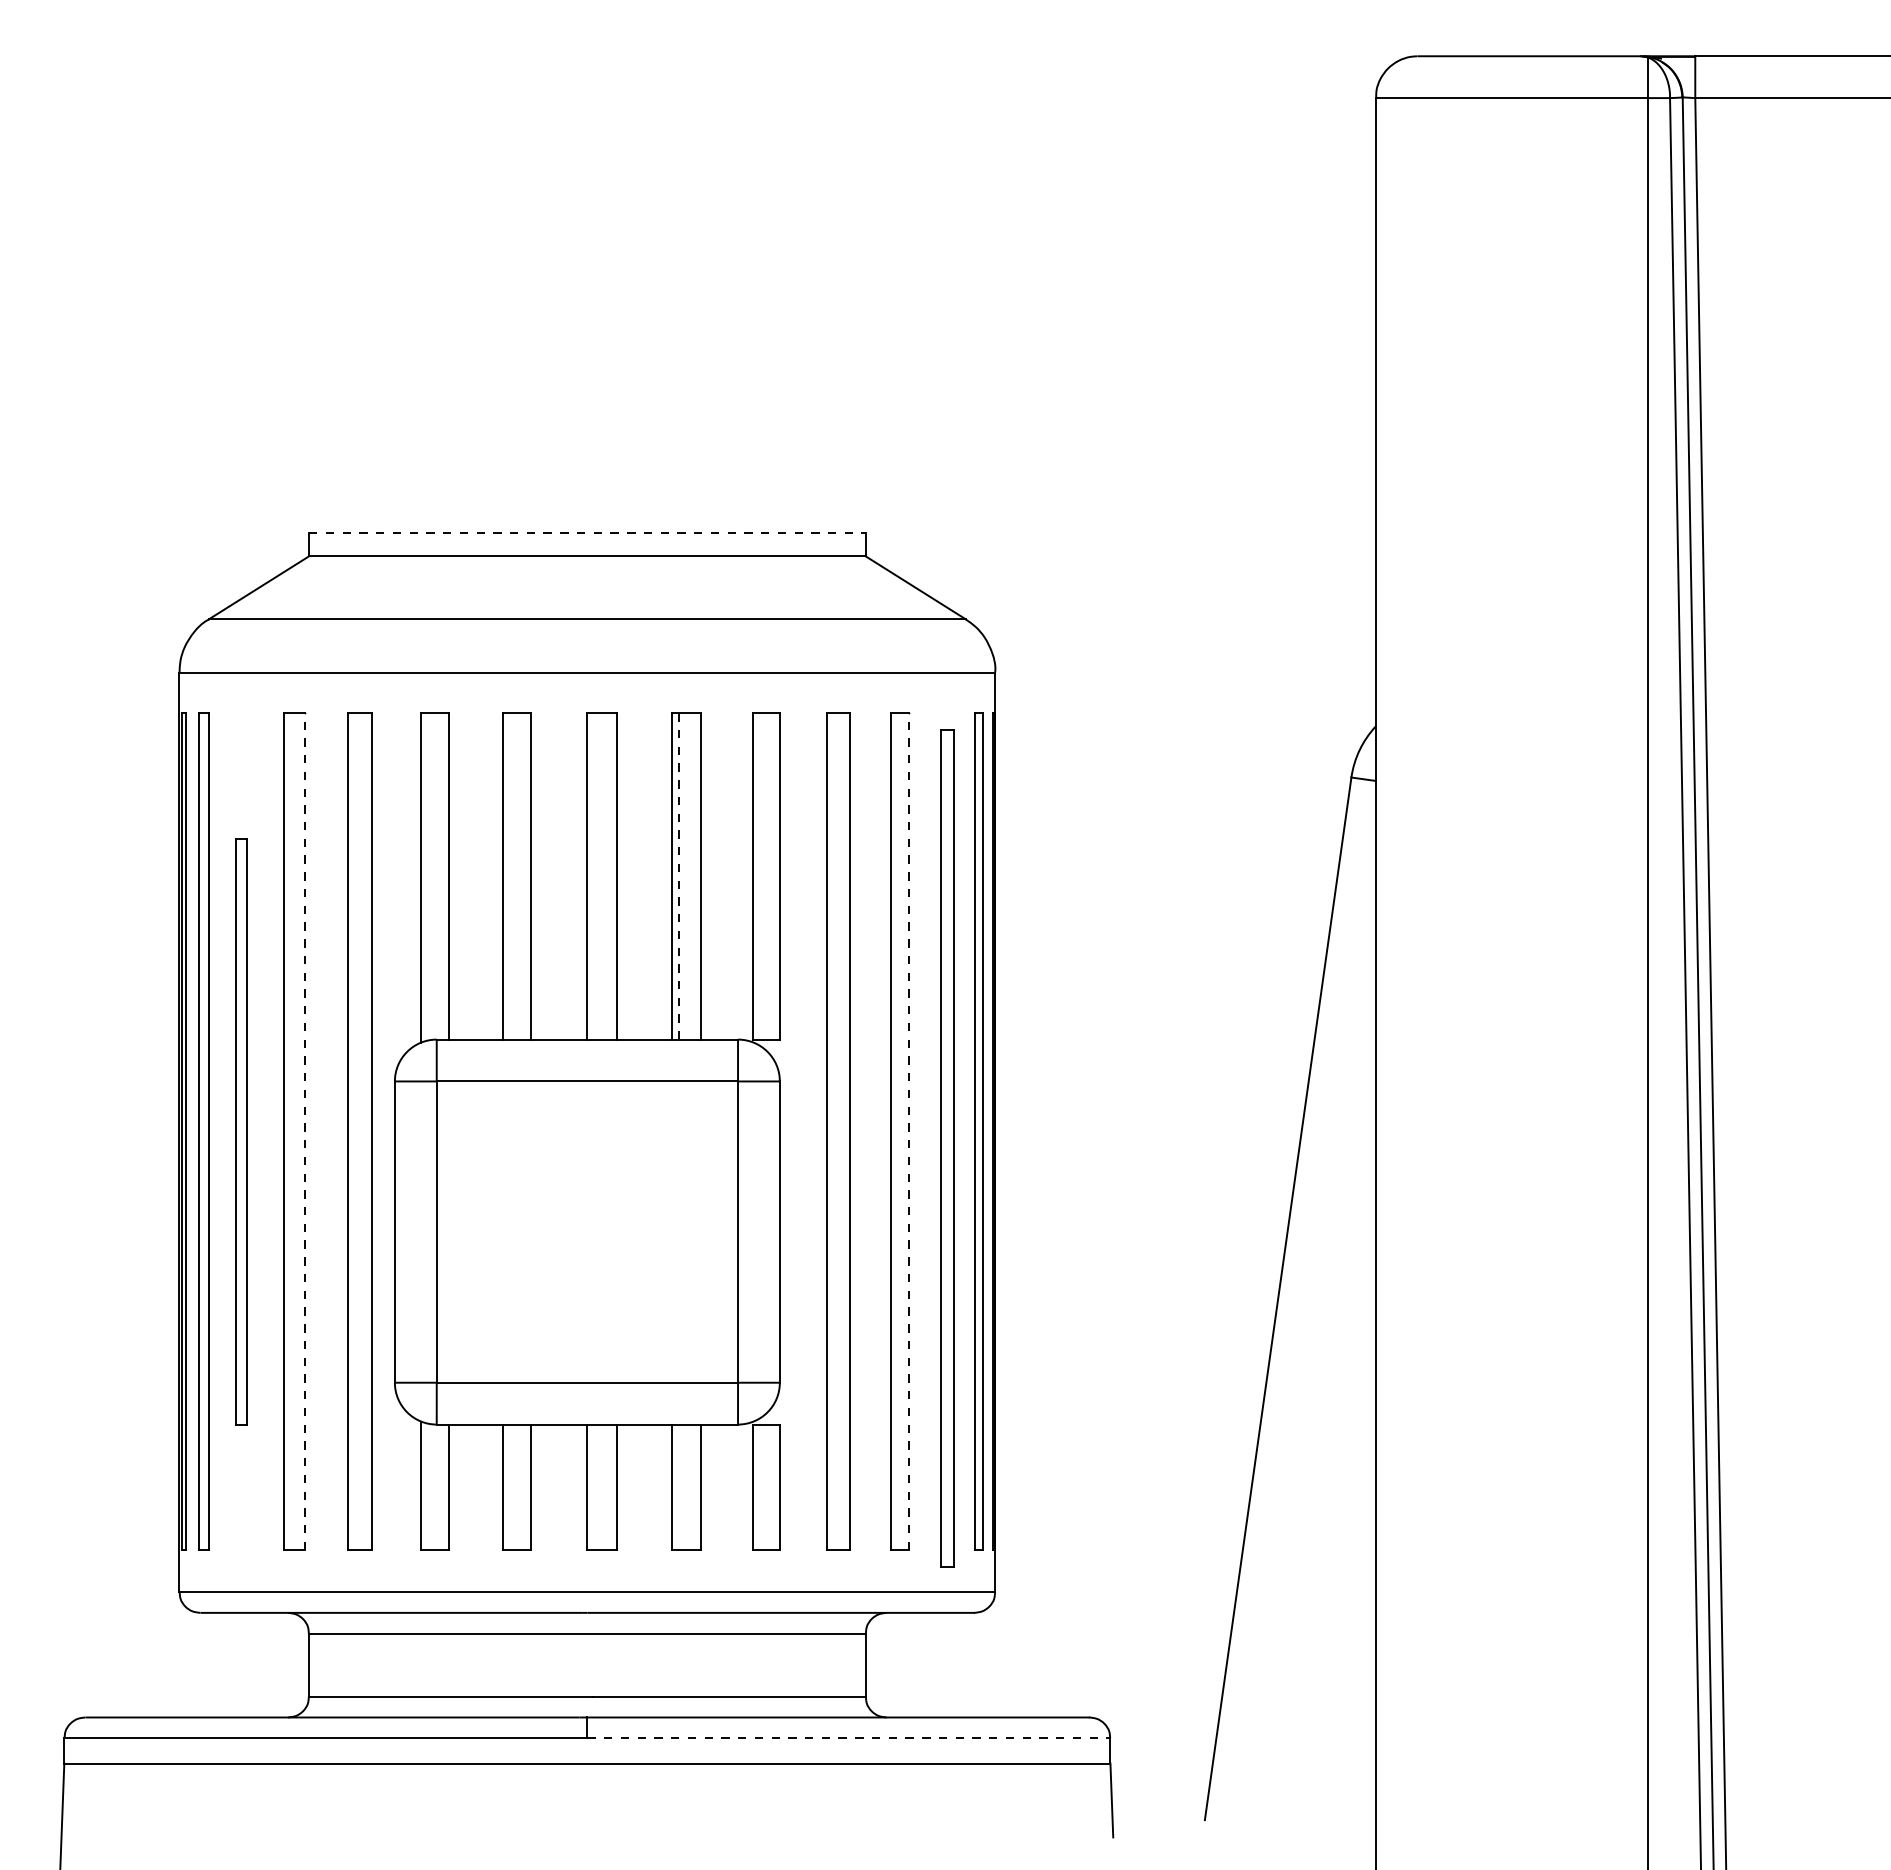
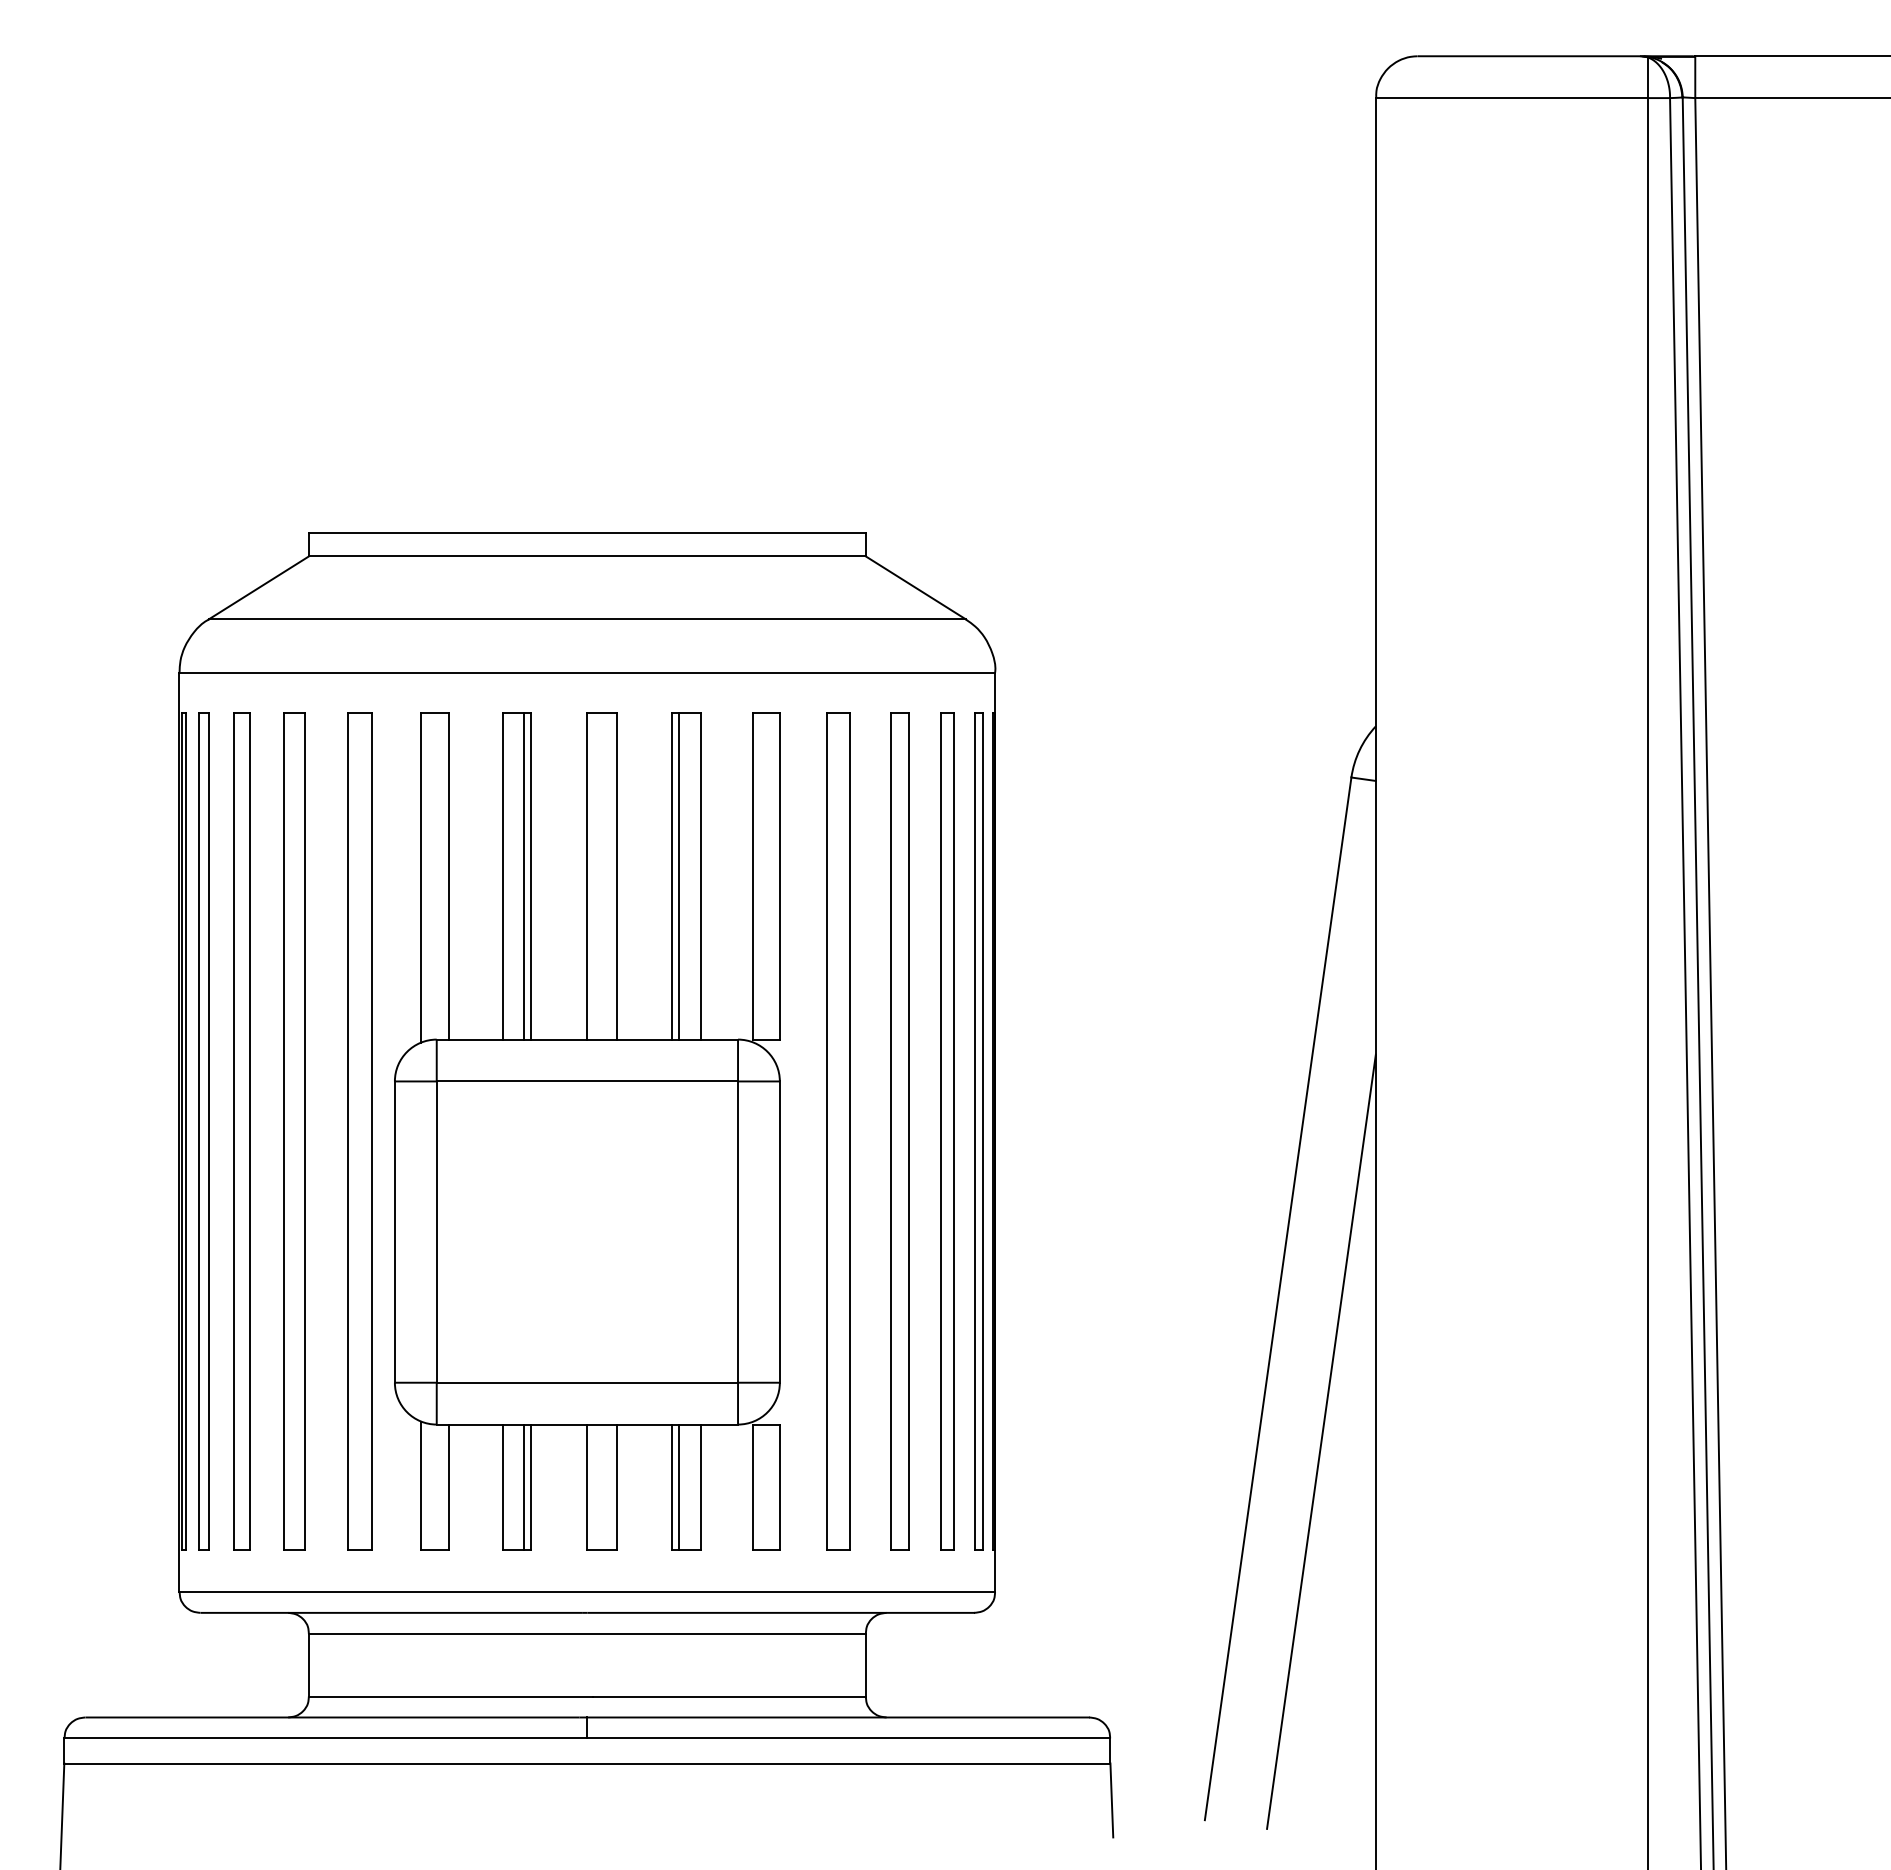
line at (587, 533): dashed -> solid
line at (679, 875): dashed -> solid
line at (524, 876): none -> present
part at (241, 1131) size: 13x588 px -> 18x839 px
line at (304, 1131): dashed -> solid
line at (909, 1131): dashed -> solid
part at (947, 1148) position: (947, 1148) -> (947, 1131)
line at (1321, 1441): none -> present
line at (524, 1487): none -> present
line at (679, 1487): none -> present
line at (848, 1738): dashed -> solid
